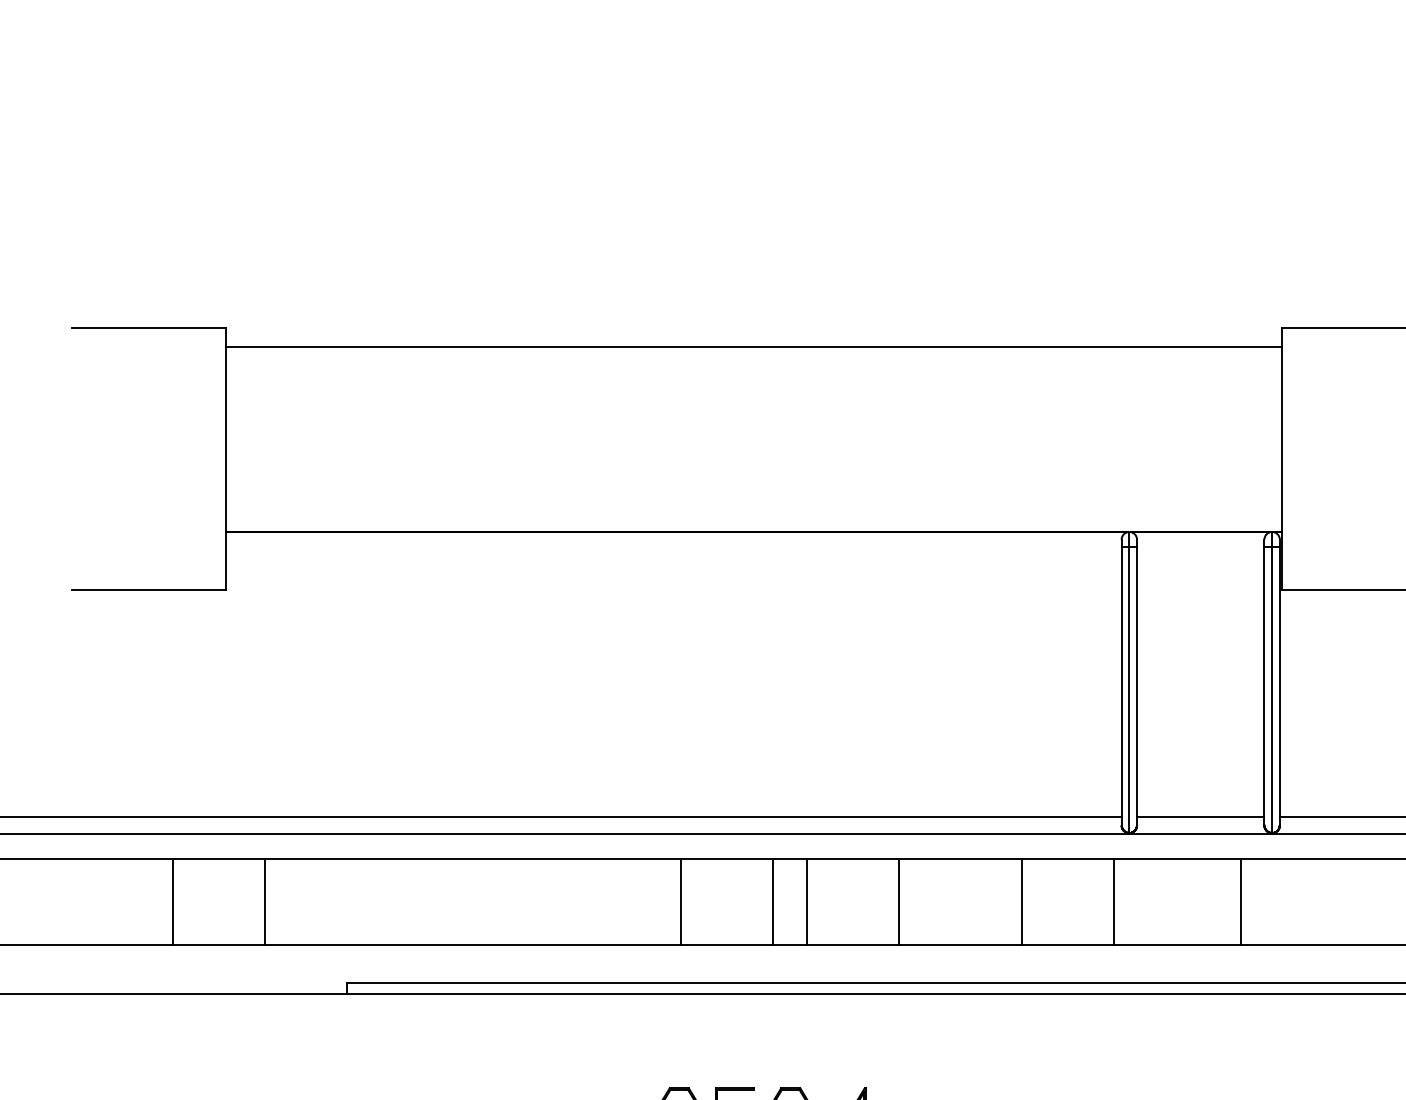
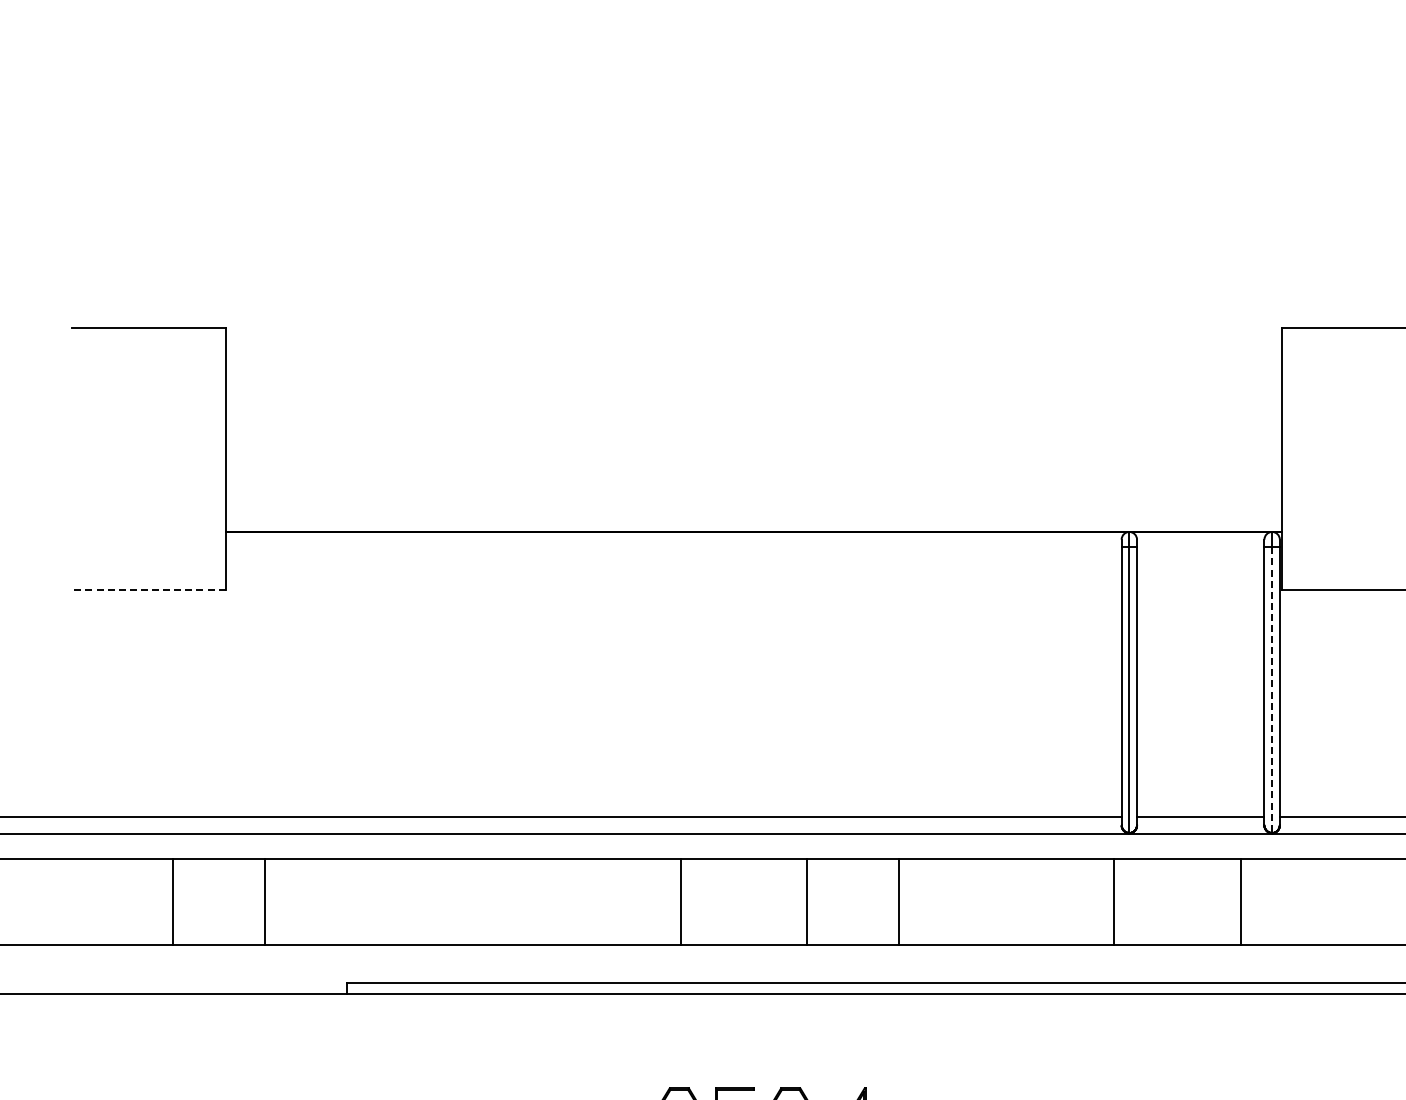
line at (753, 347): present -> none
line at (148, 590): solid -> dashed
line at (1272, 690): solid -> dashed
line at (773, 901): present -> none
line at (1021, 901): present -> none
